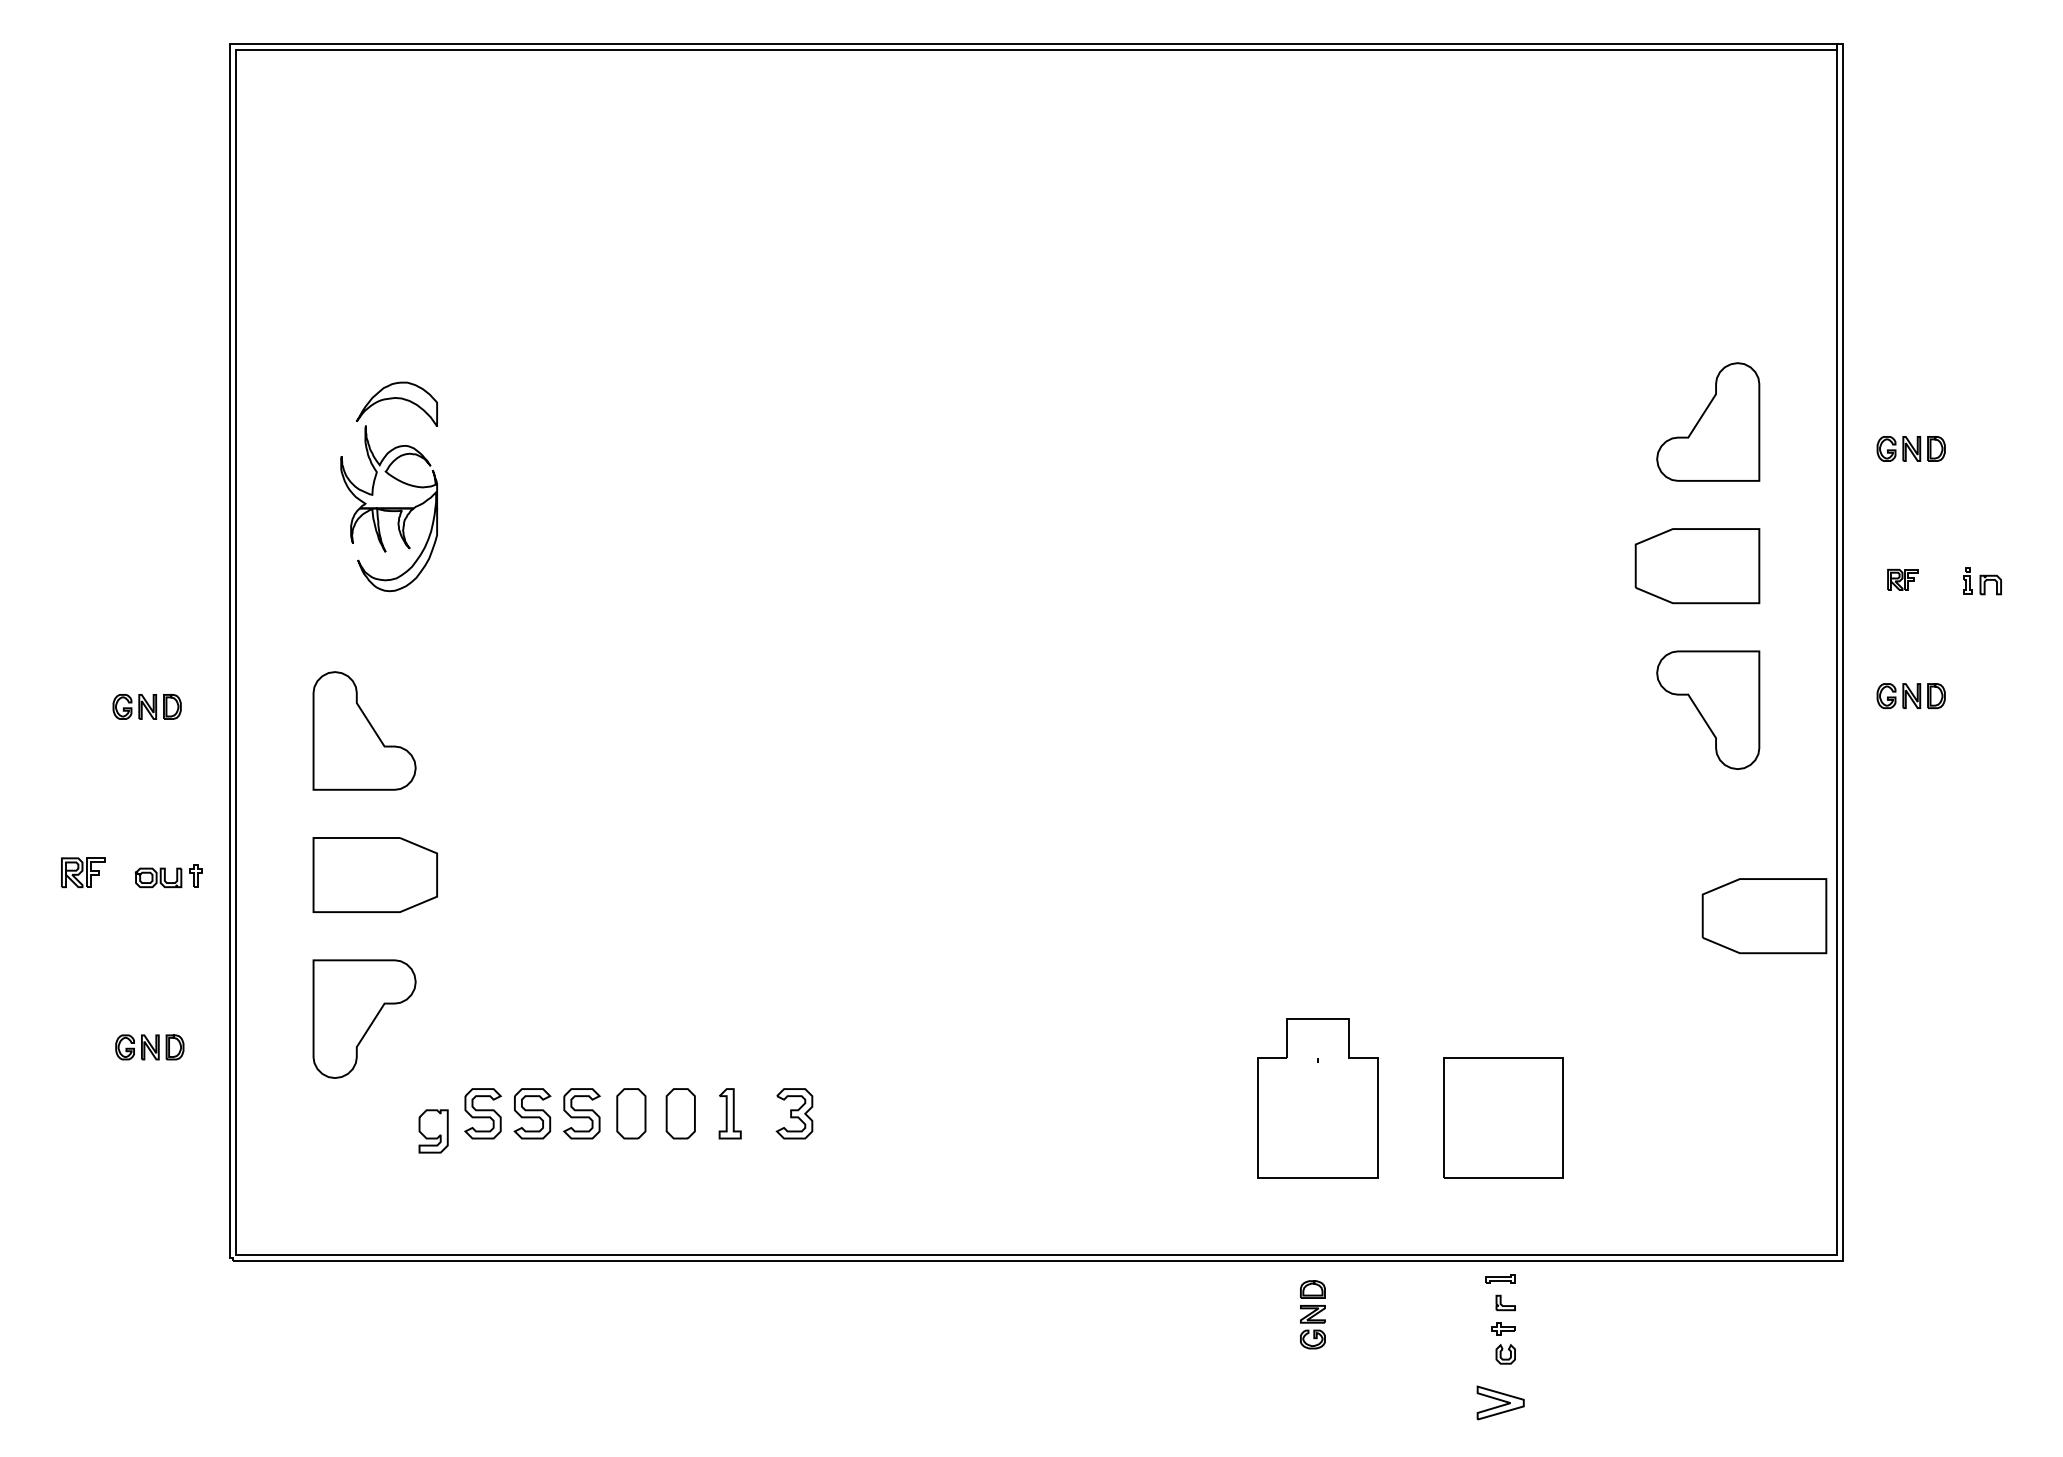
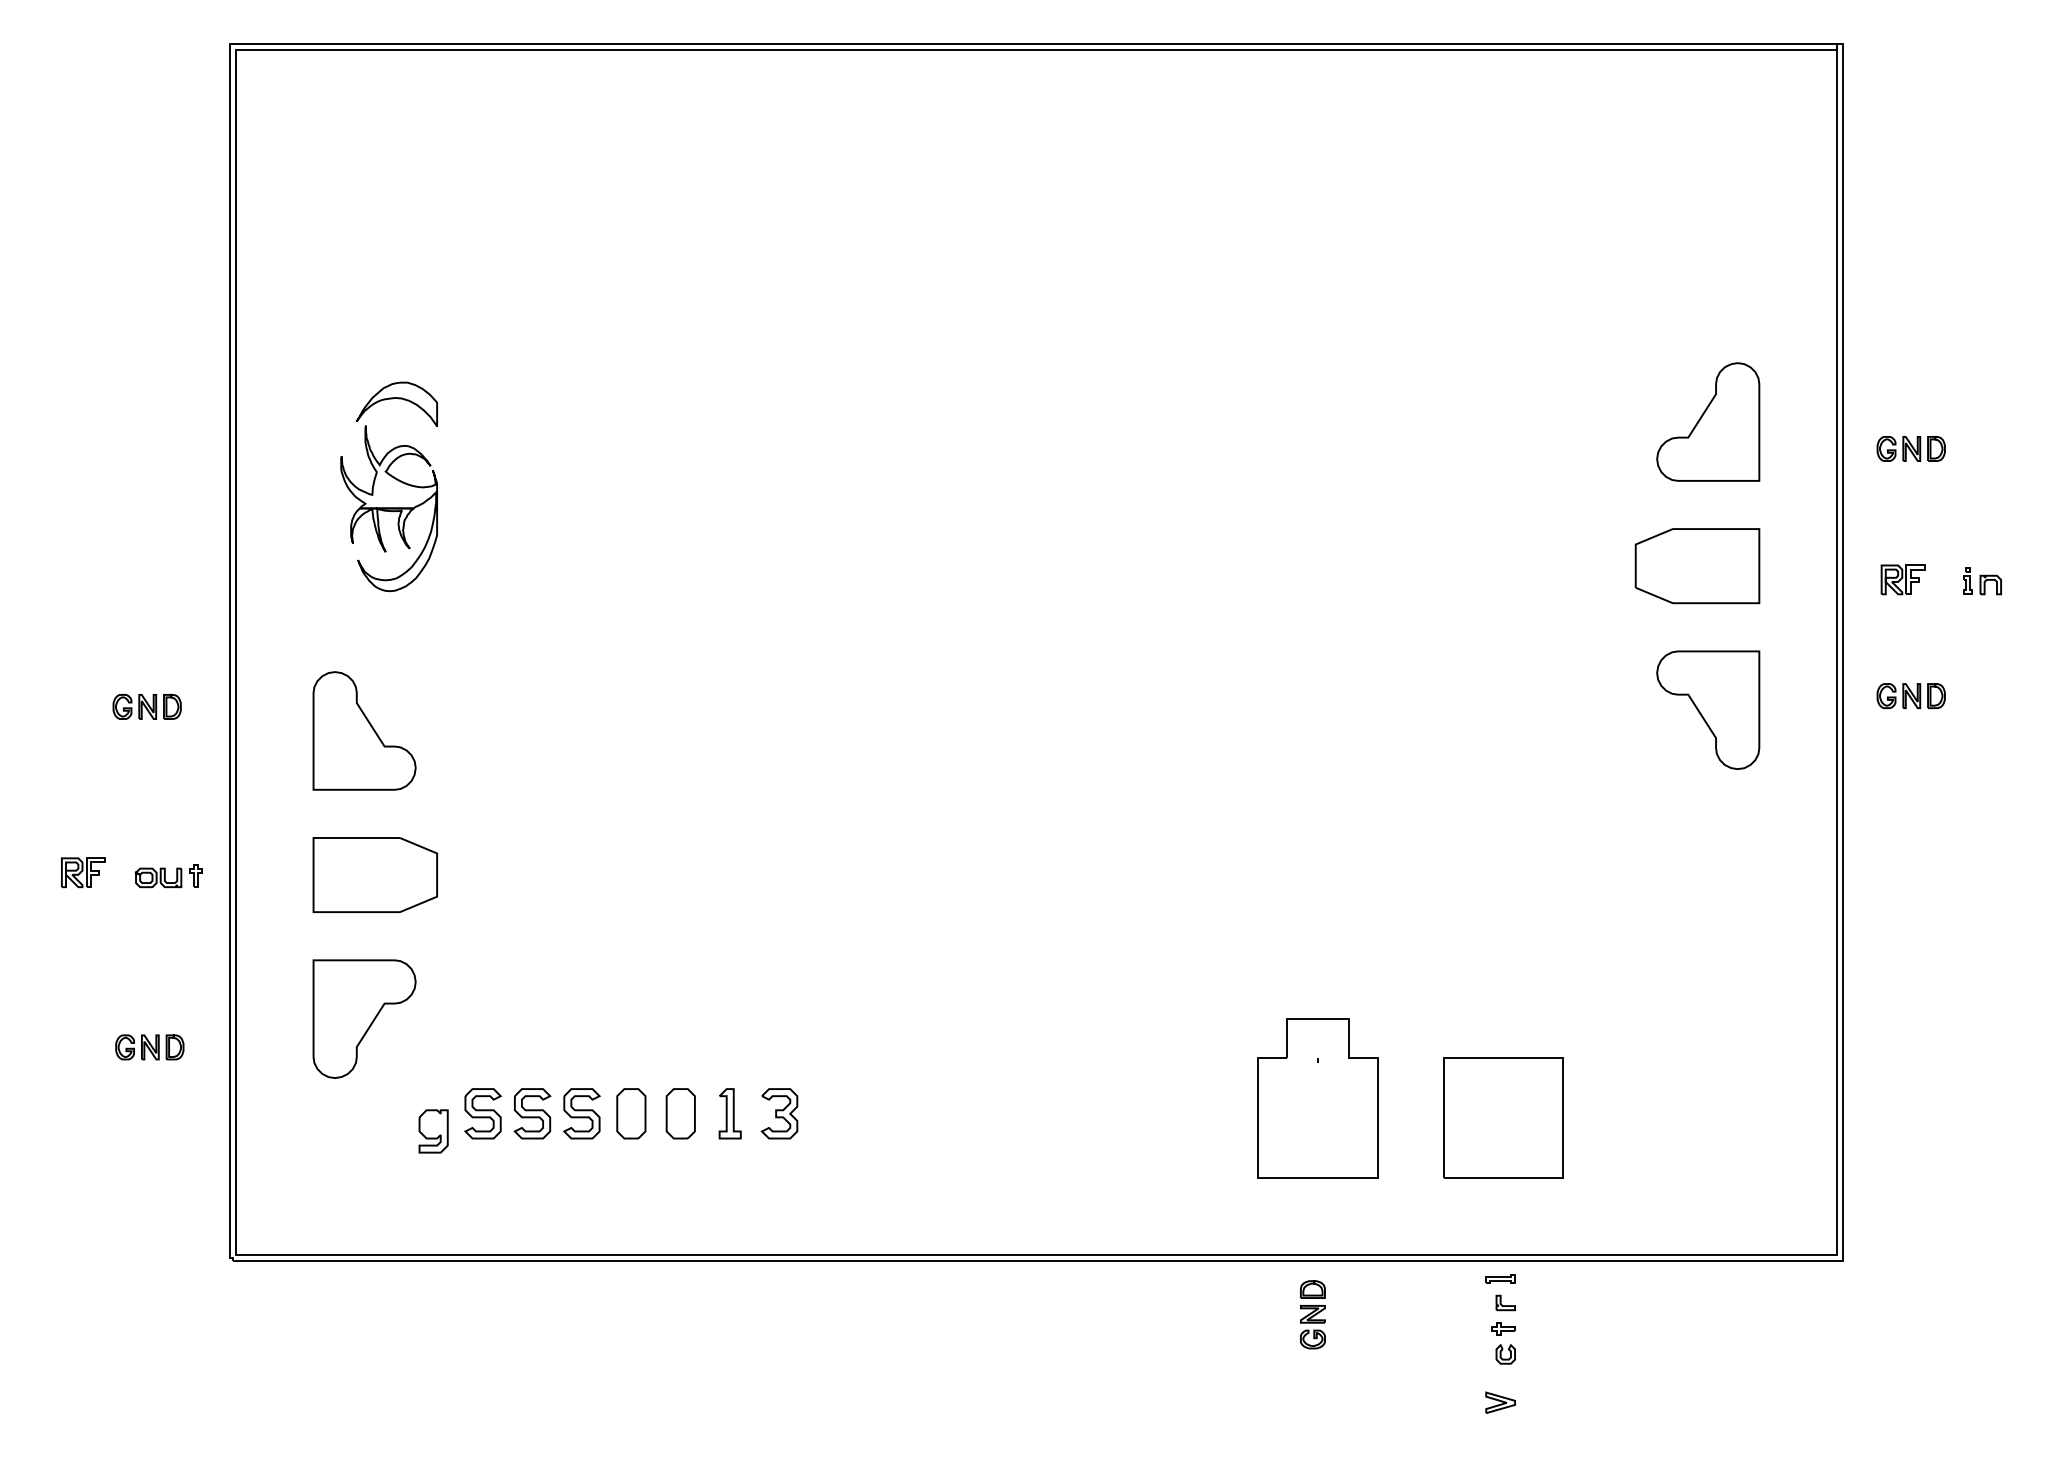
part at (1902, 579) size: 32x23 px -> 46x32 px
part at (1764, 916): present -> none
part at (794, 1113) position: (794, 1113) -> (779, 1113)
part at (1500, 1402) size: 49x36 px -> 31x23 px
